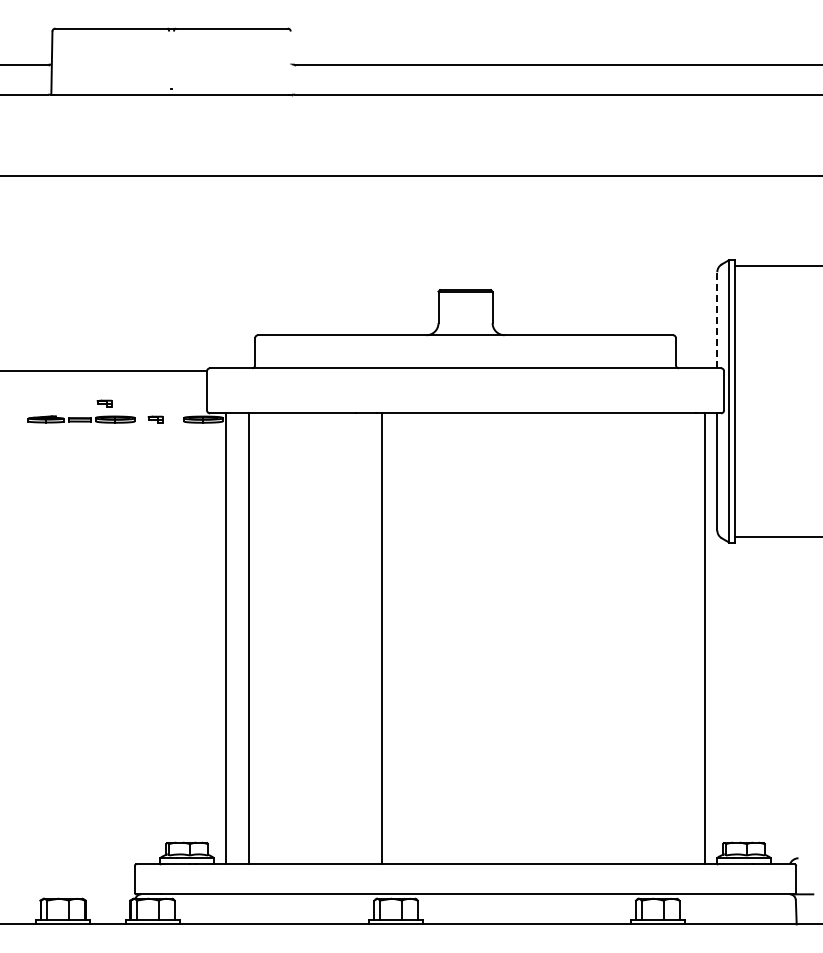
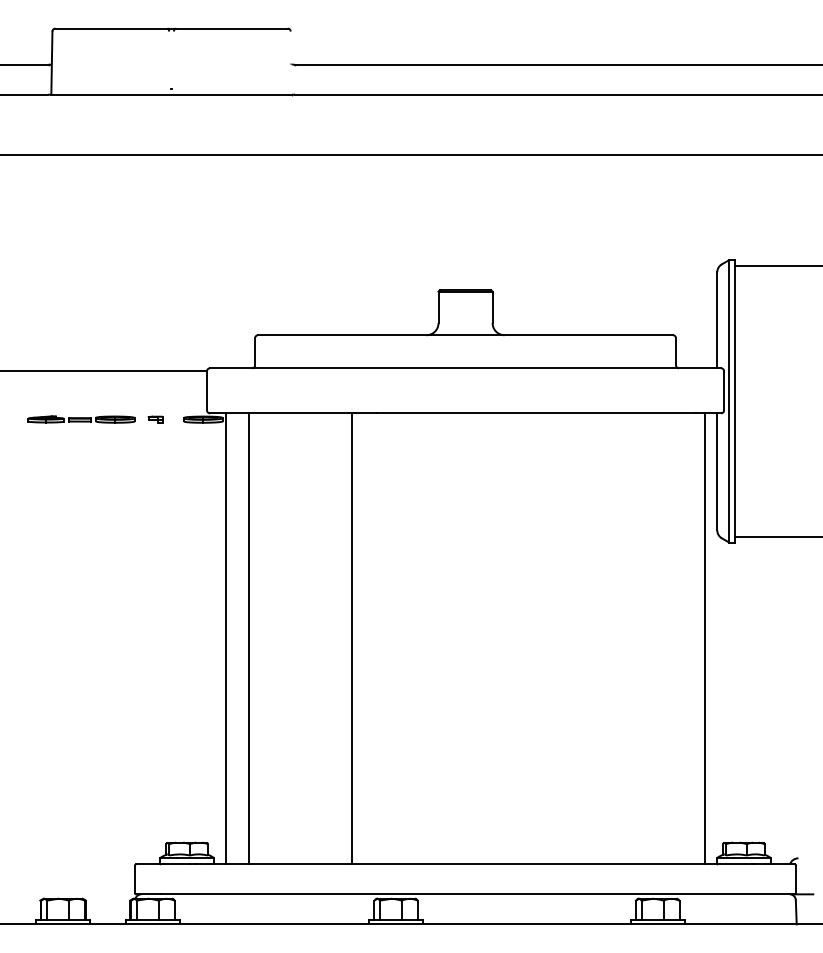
line at (410, 175) position: (410, 175) -> (410, 154)
line at (717, 319): dashed -> solid
part at (104, 403): present -> none
line at (382, 638) position: (382, 638) -> (352, 638)
